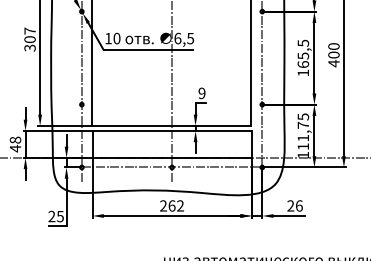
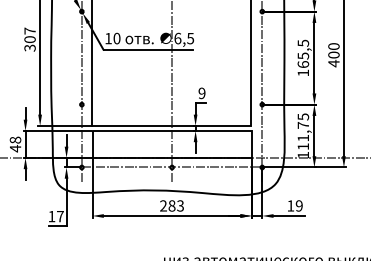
text at (175, 205): 262 -> 283
text at (294, 205): 26 -> 19
text at (55, 216): 25 -> 17
